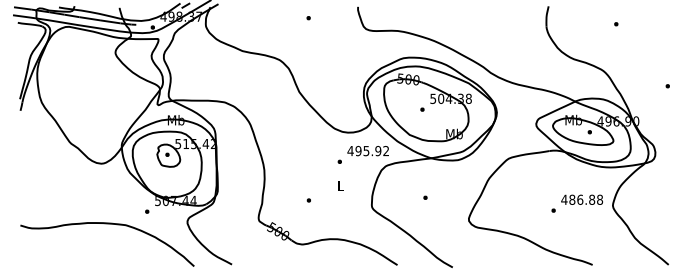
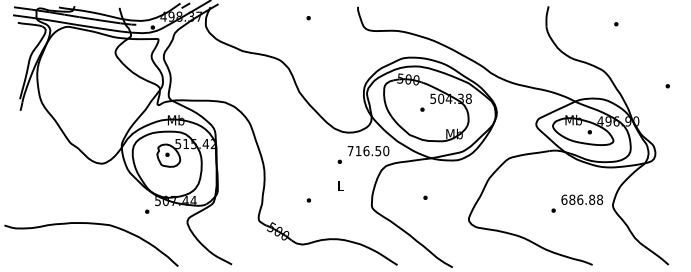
text at (368, 150): 495.92 -> 716.50
text at (564, 199): 486.88 -> 686.88
curve at (107, 224) position: (107, 224) -> (91, 224)
